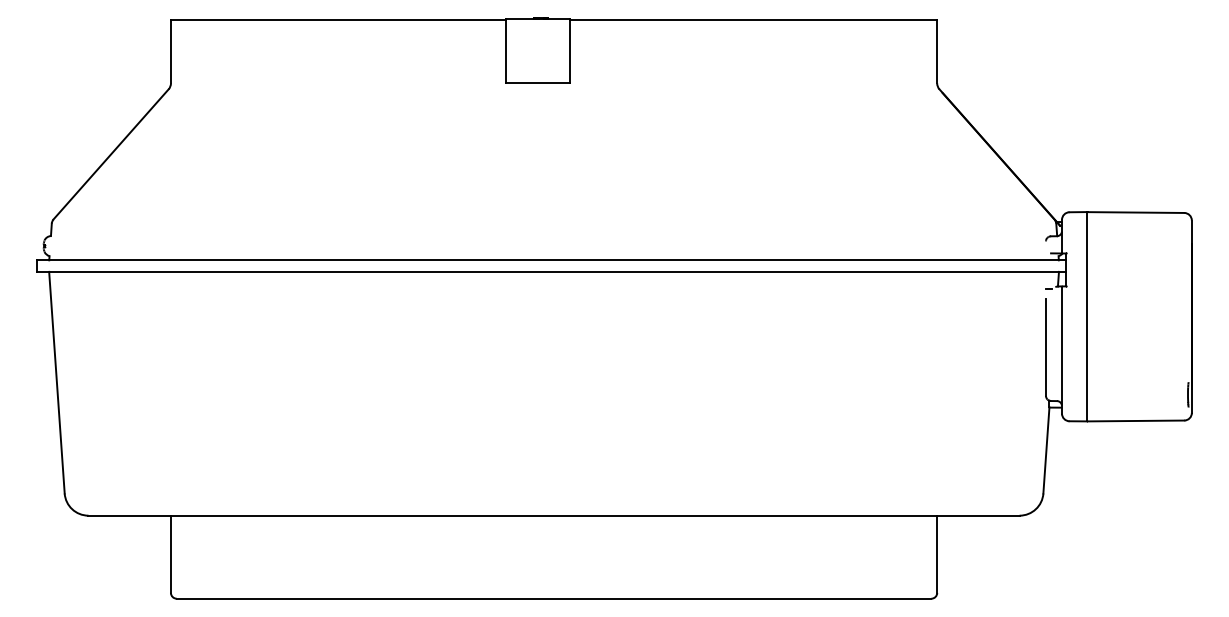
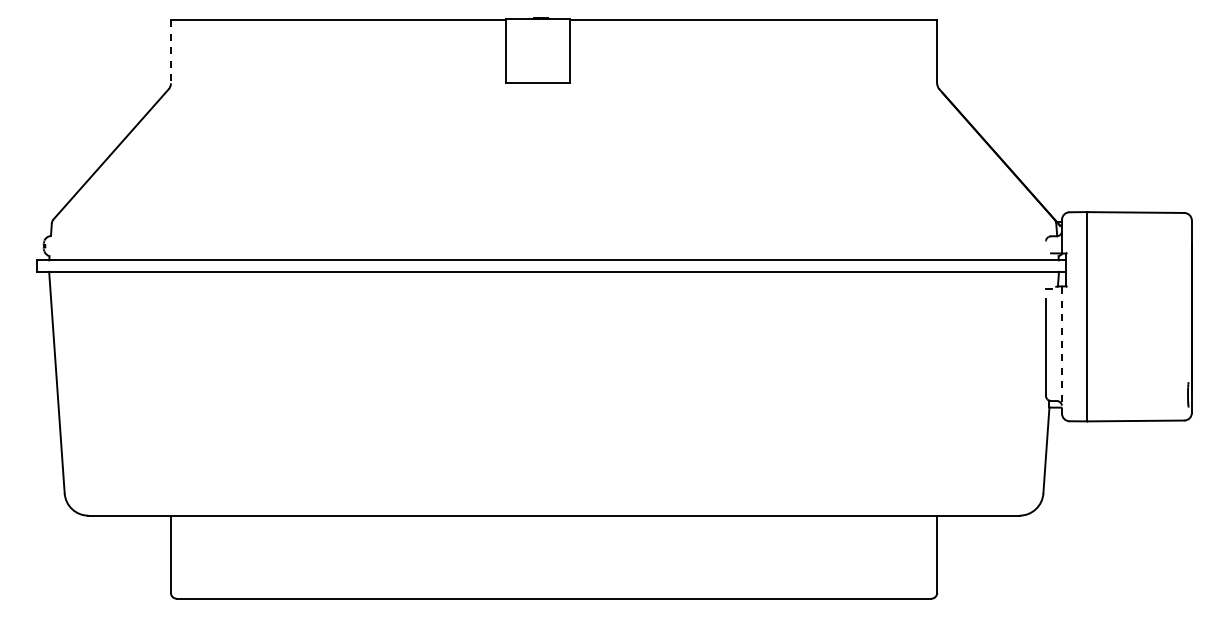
line at (170, 51): solid -> dashed
line at (1062, 350): solid -> dashed
